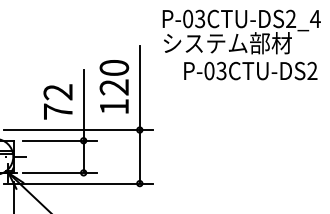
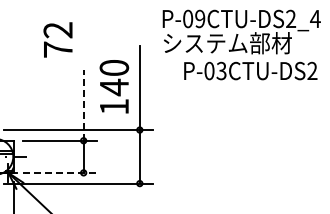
text at (200, 19): P-03CTU-DS2_4 -> P-09CTU-DS2_4
text at (113, 87): 120 -> 140
text at (57, 101) position: (57, 101) -> (57, 39)
line at (83, 104): solid -> dashed
line at (60, 172): solid -> dashed
